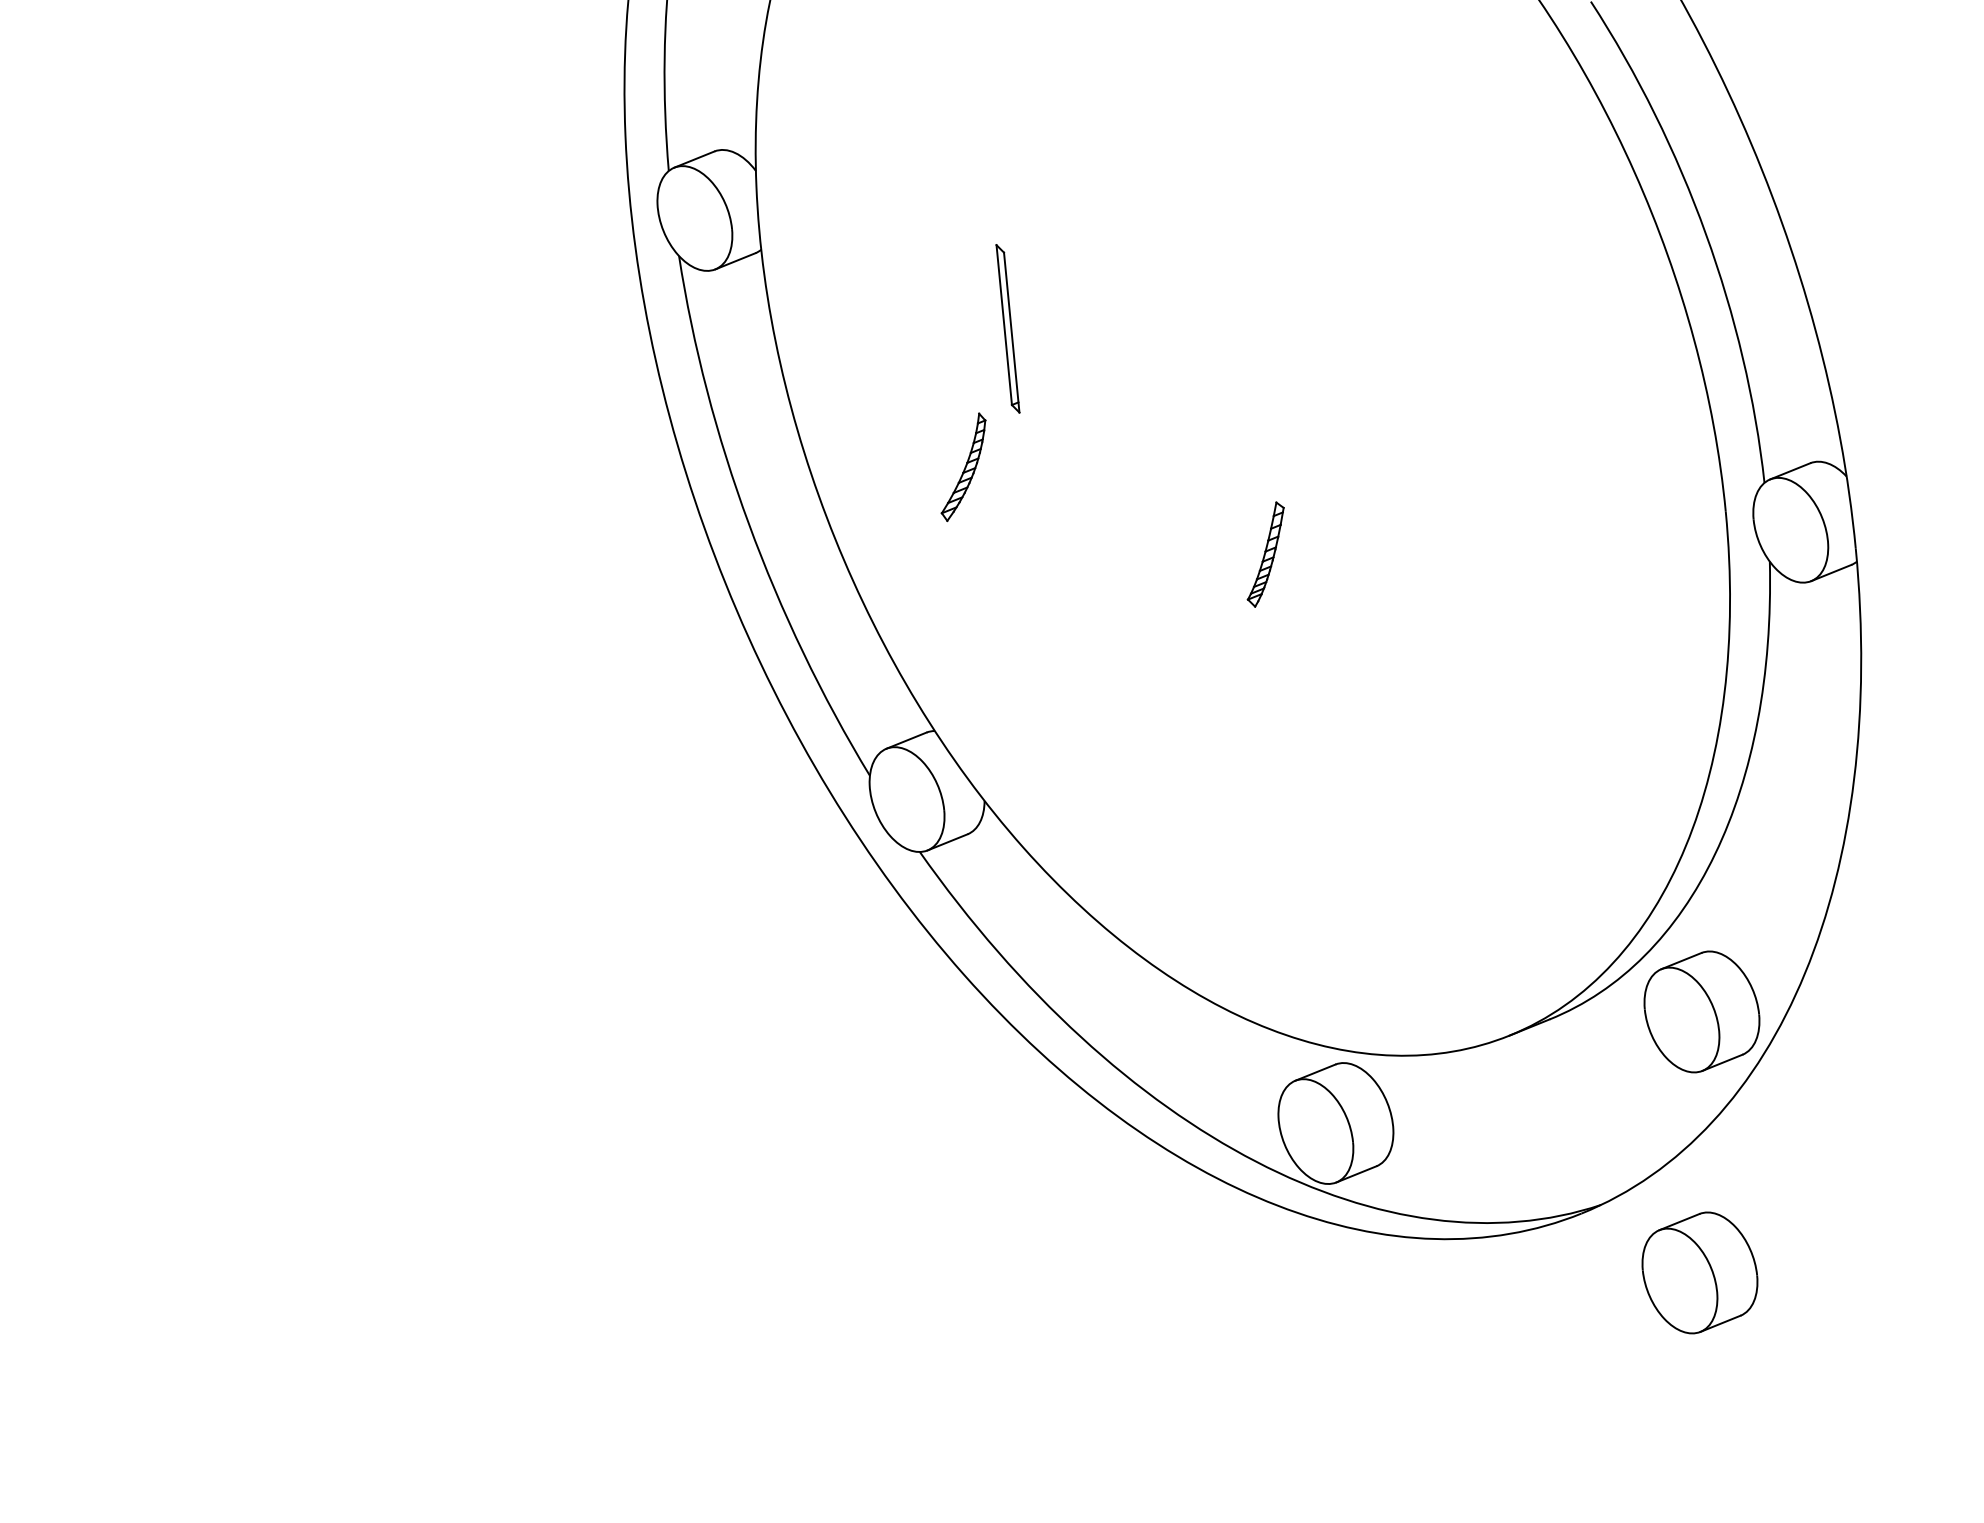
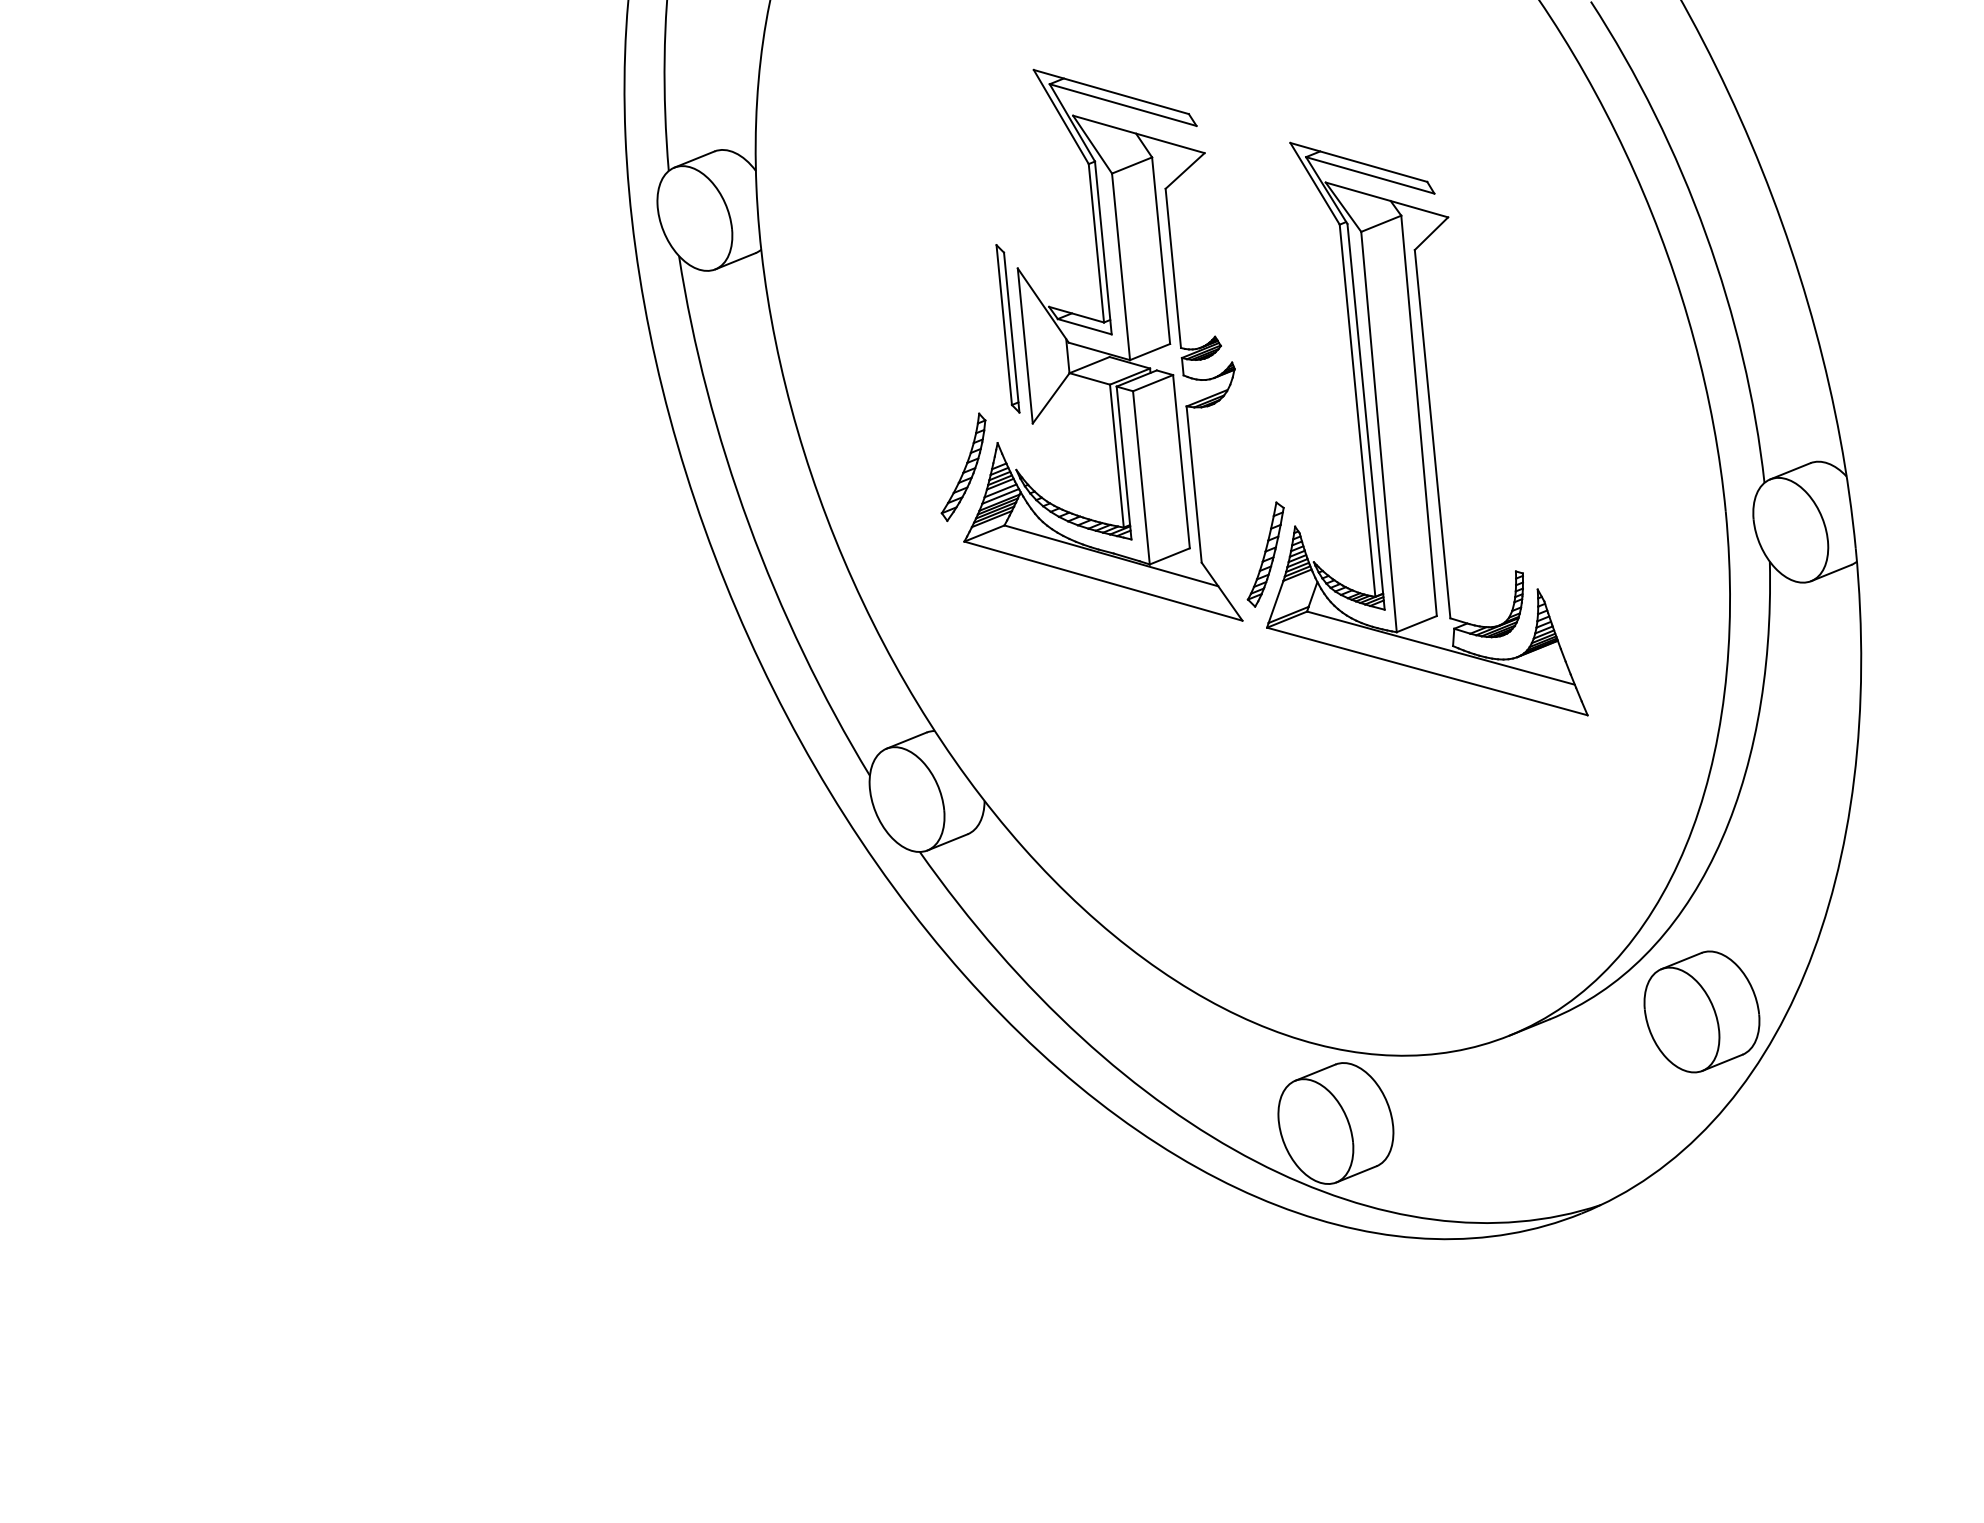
part at (1100, 350): none -> present
part at (1427, 428): none -> present
part at (1699, 1272): present -> none
